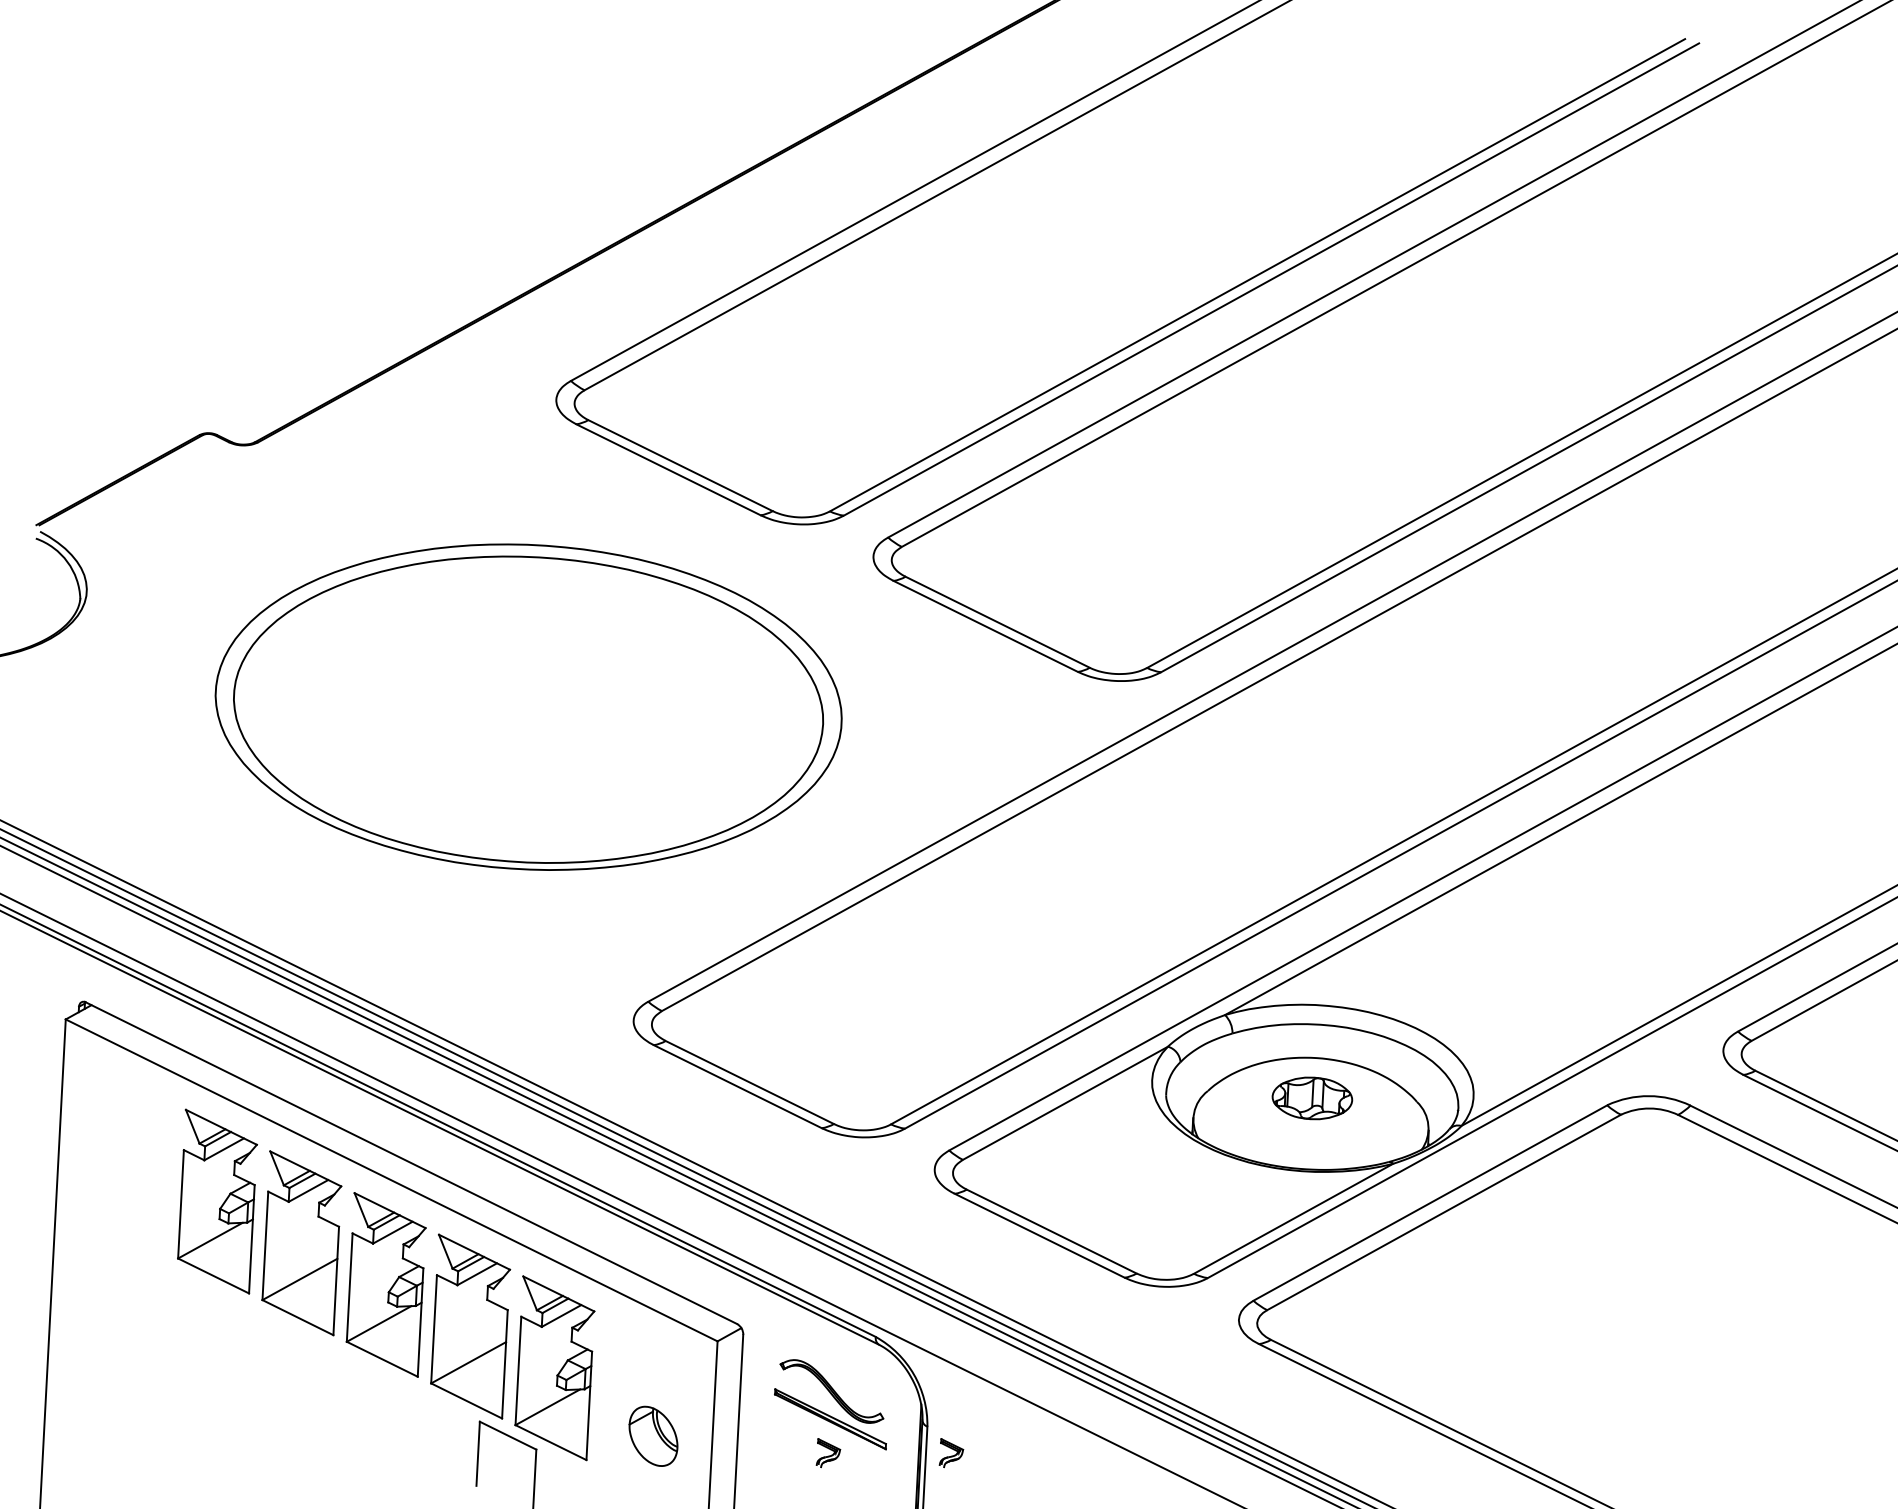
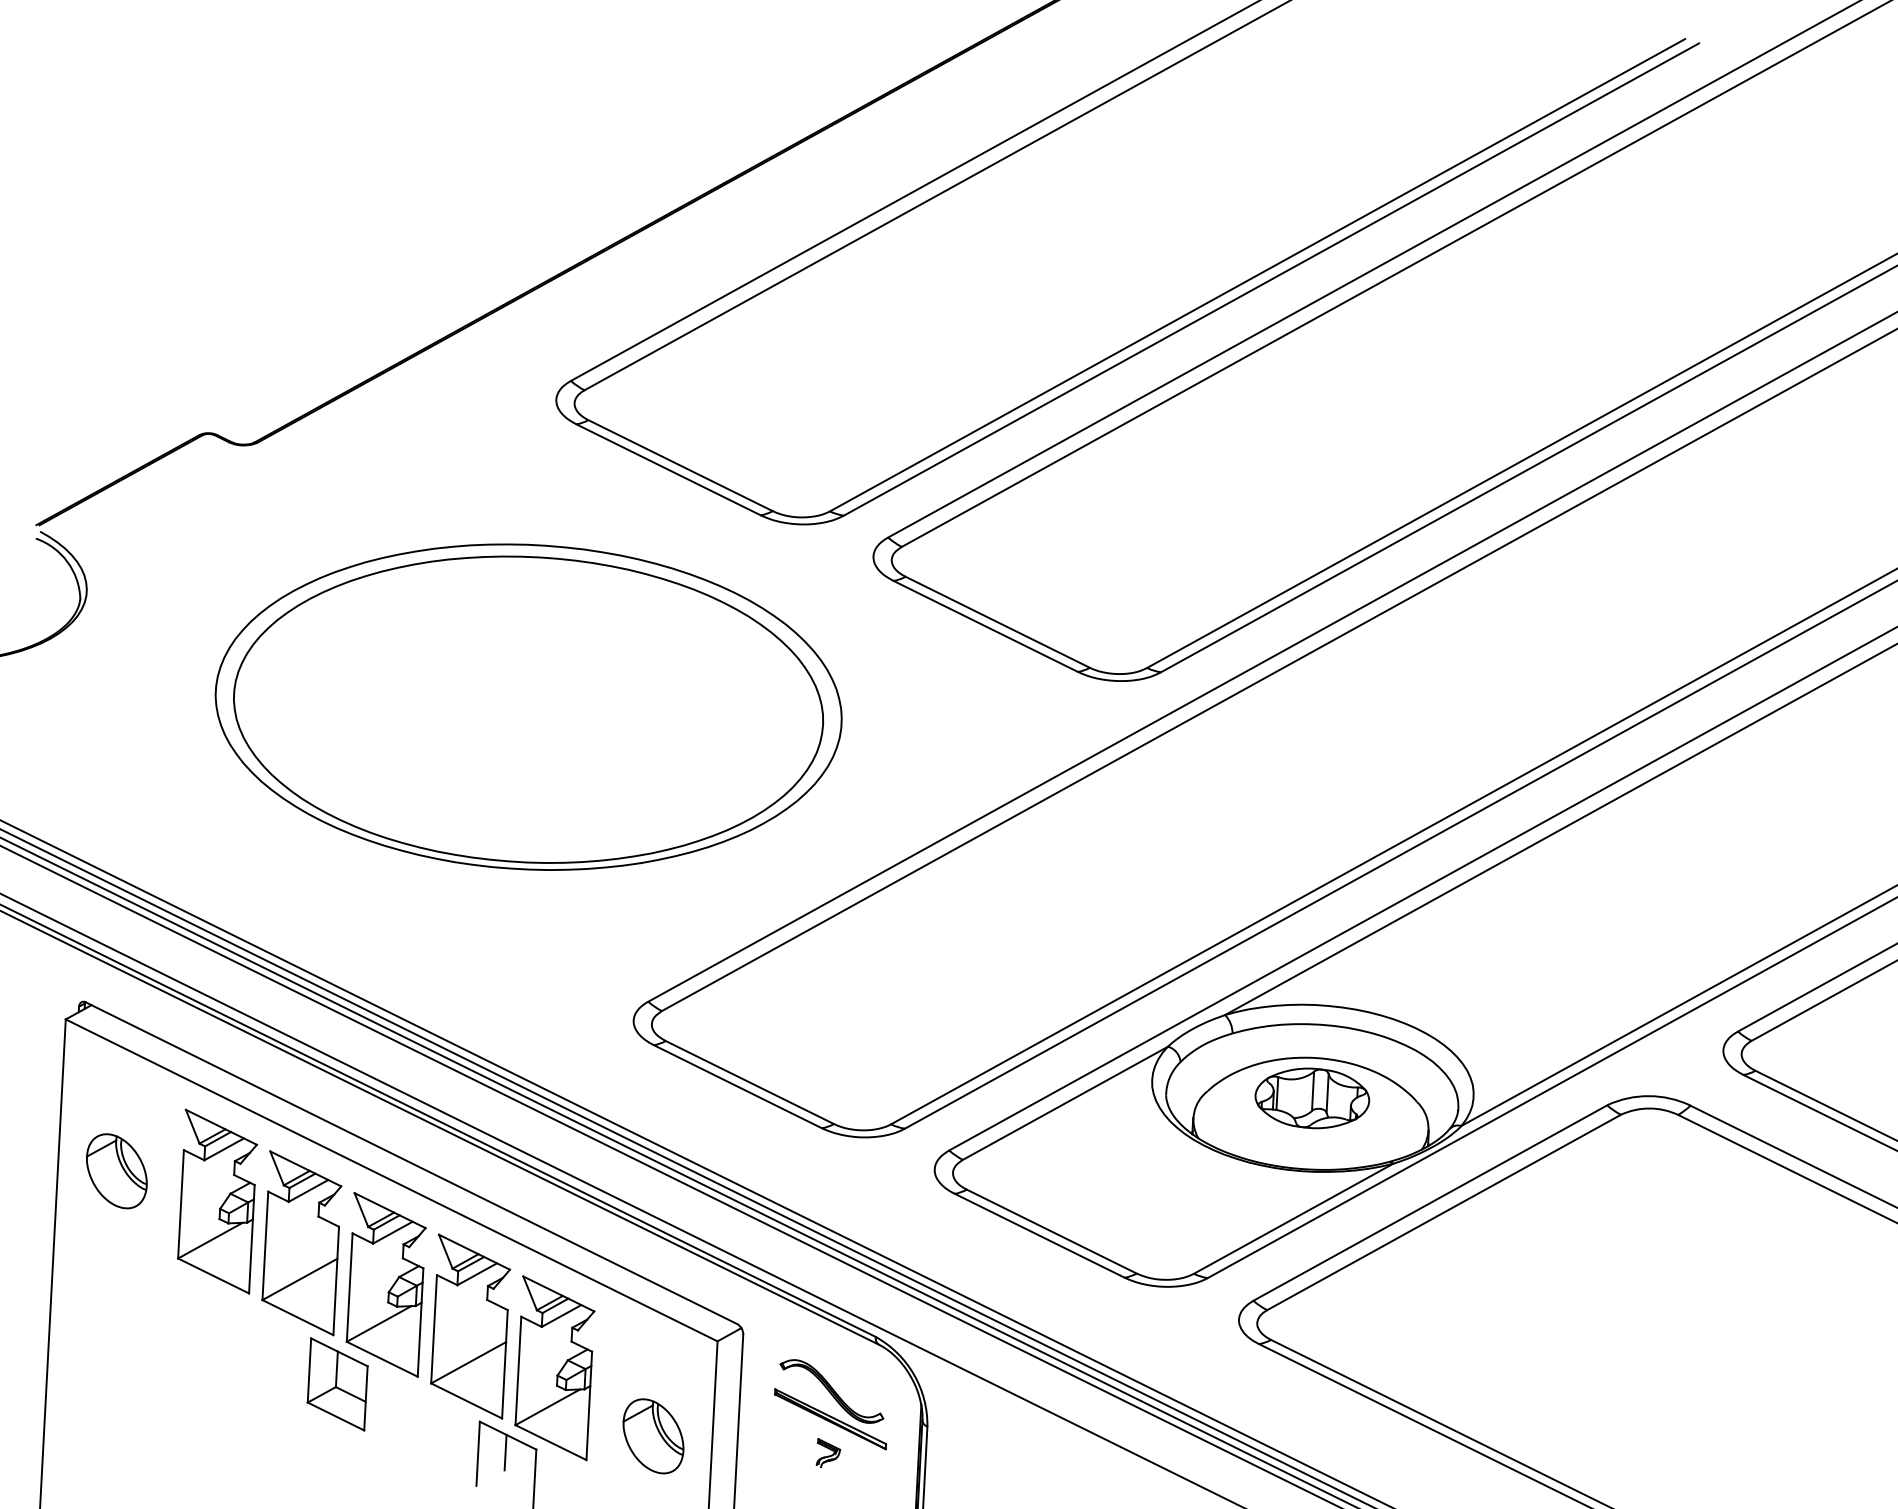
part at (1312, 1098) size: 83x45 px -> 117x63 px
part at (116, 1171): none -> present
part at (337, 1384): none -> present
part at (653, 1435) size: 51x62 px -> 63x77 px
line at (505, 1452): none -> present
part at (951, 1453): present -> none
